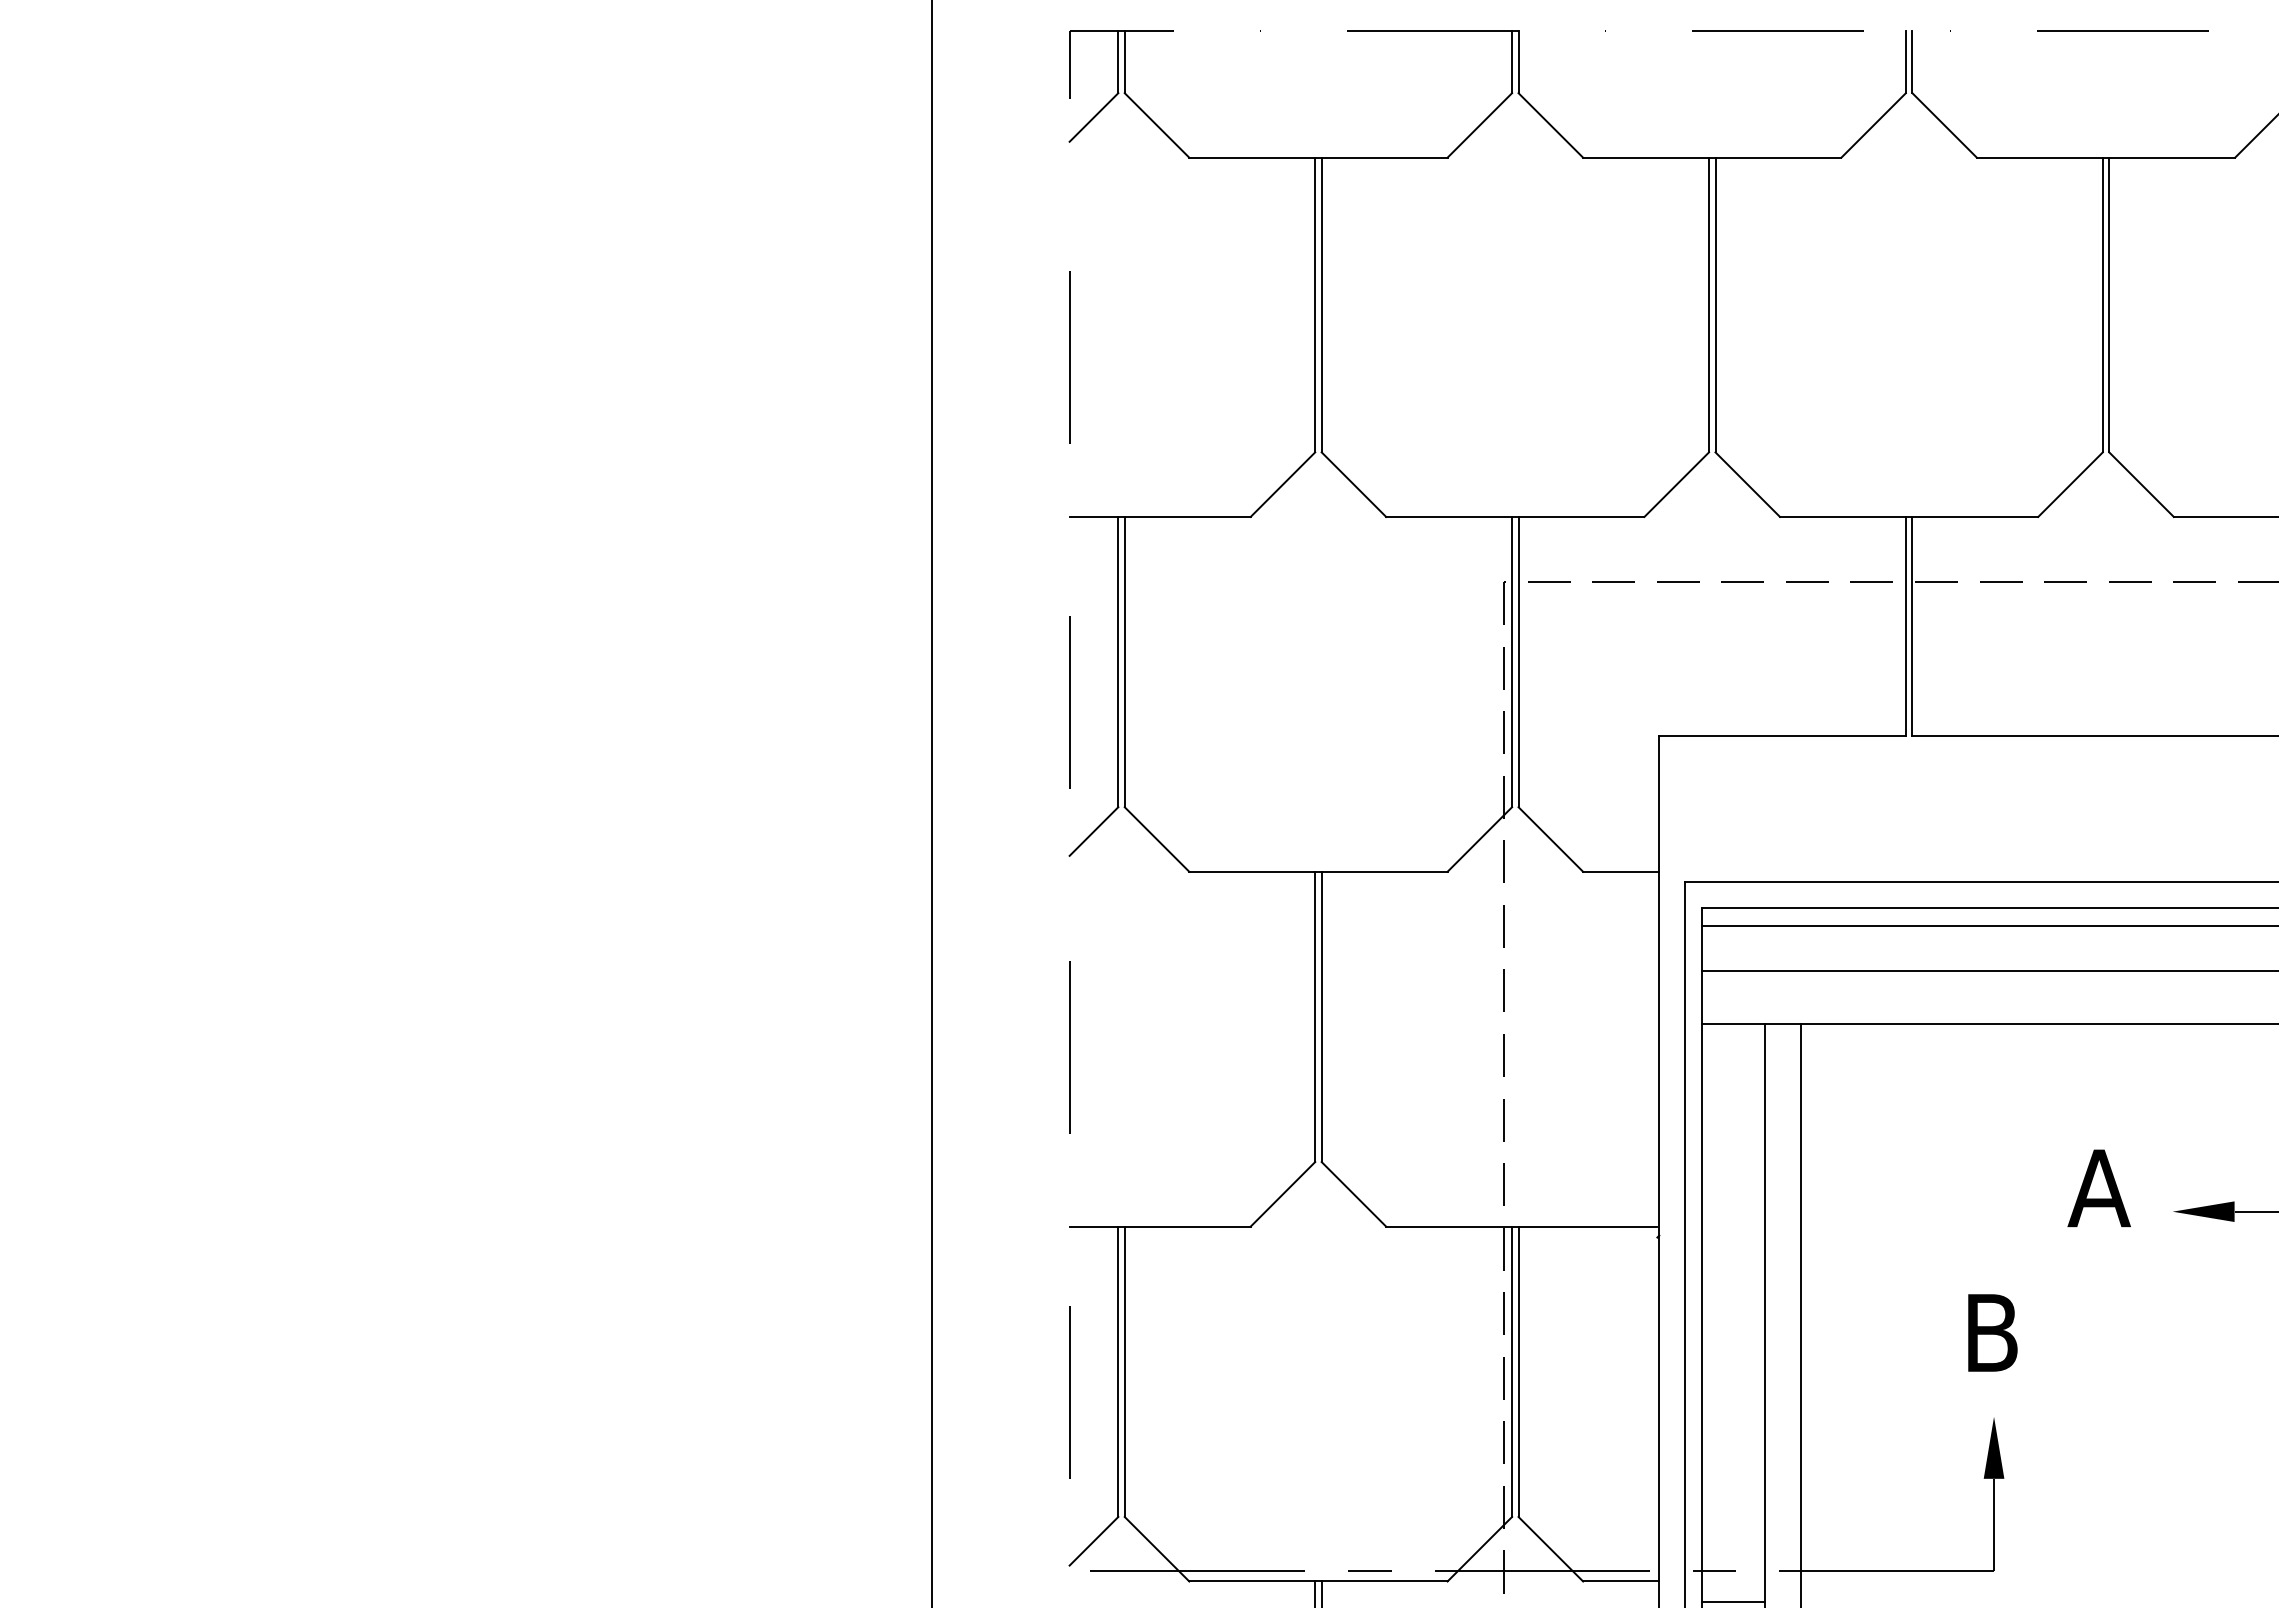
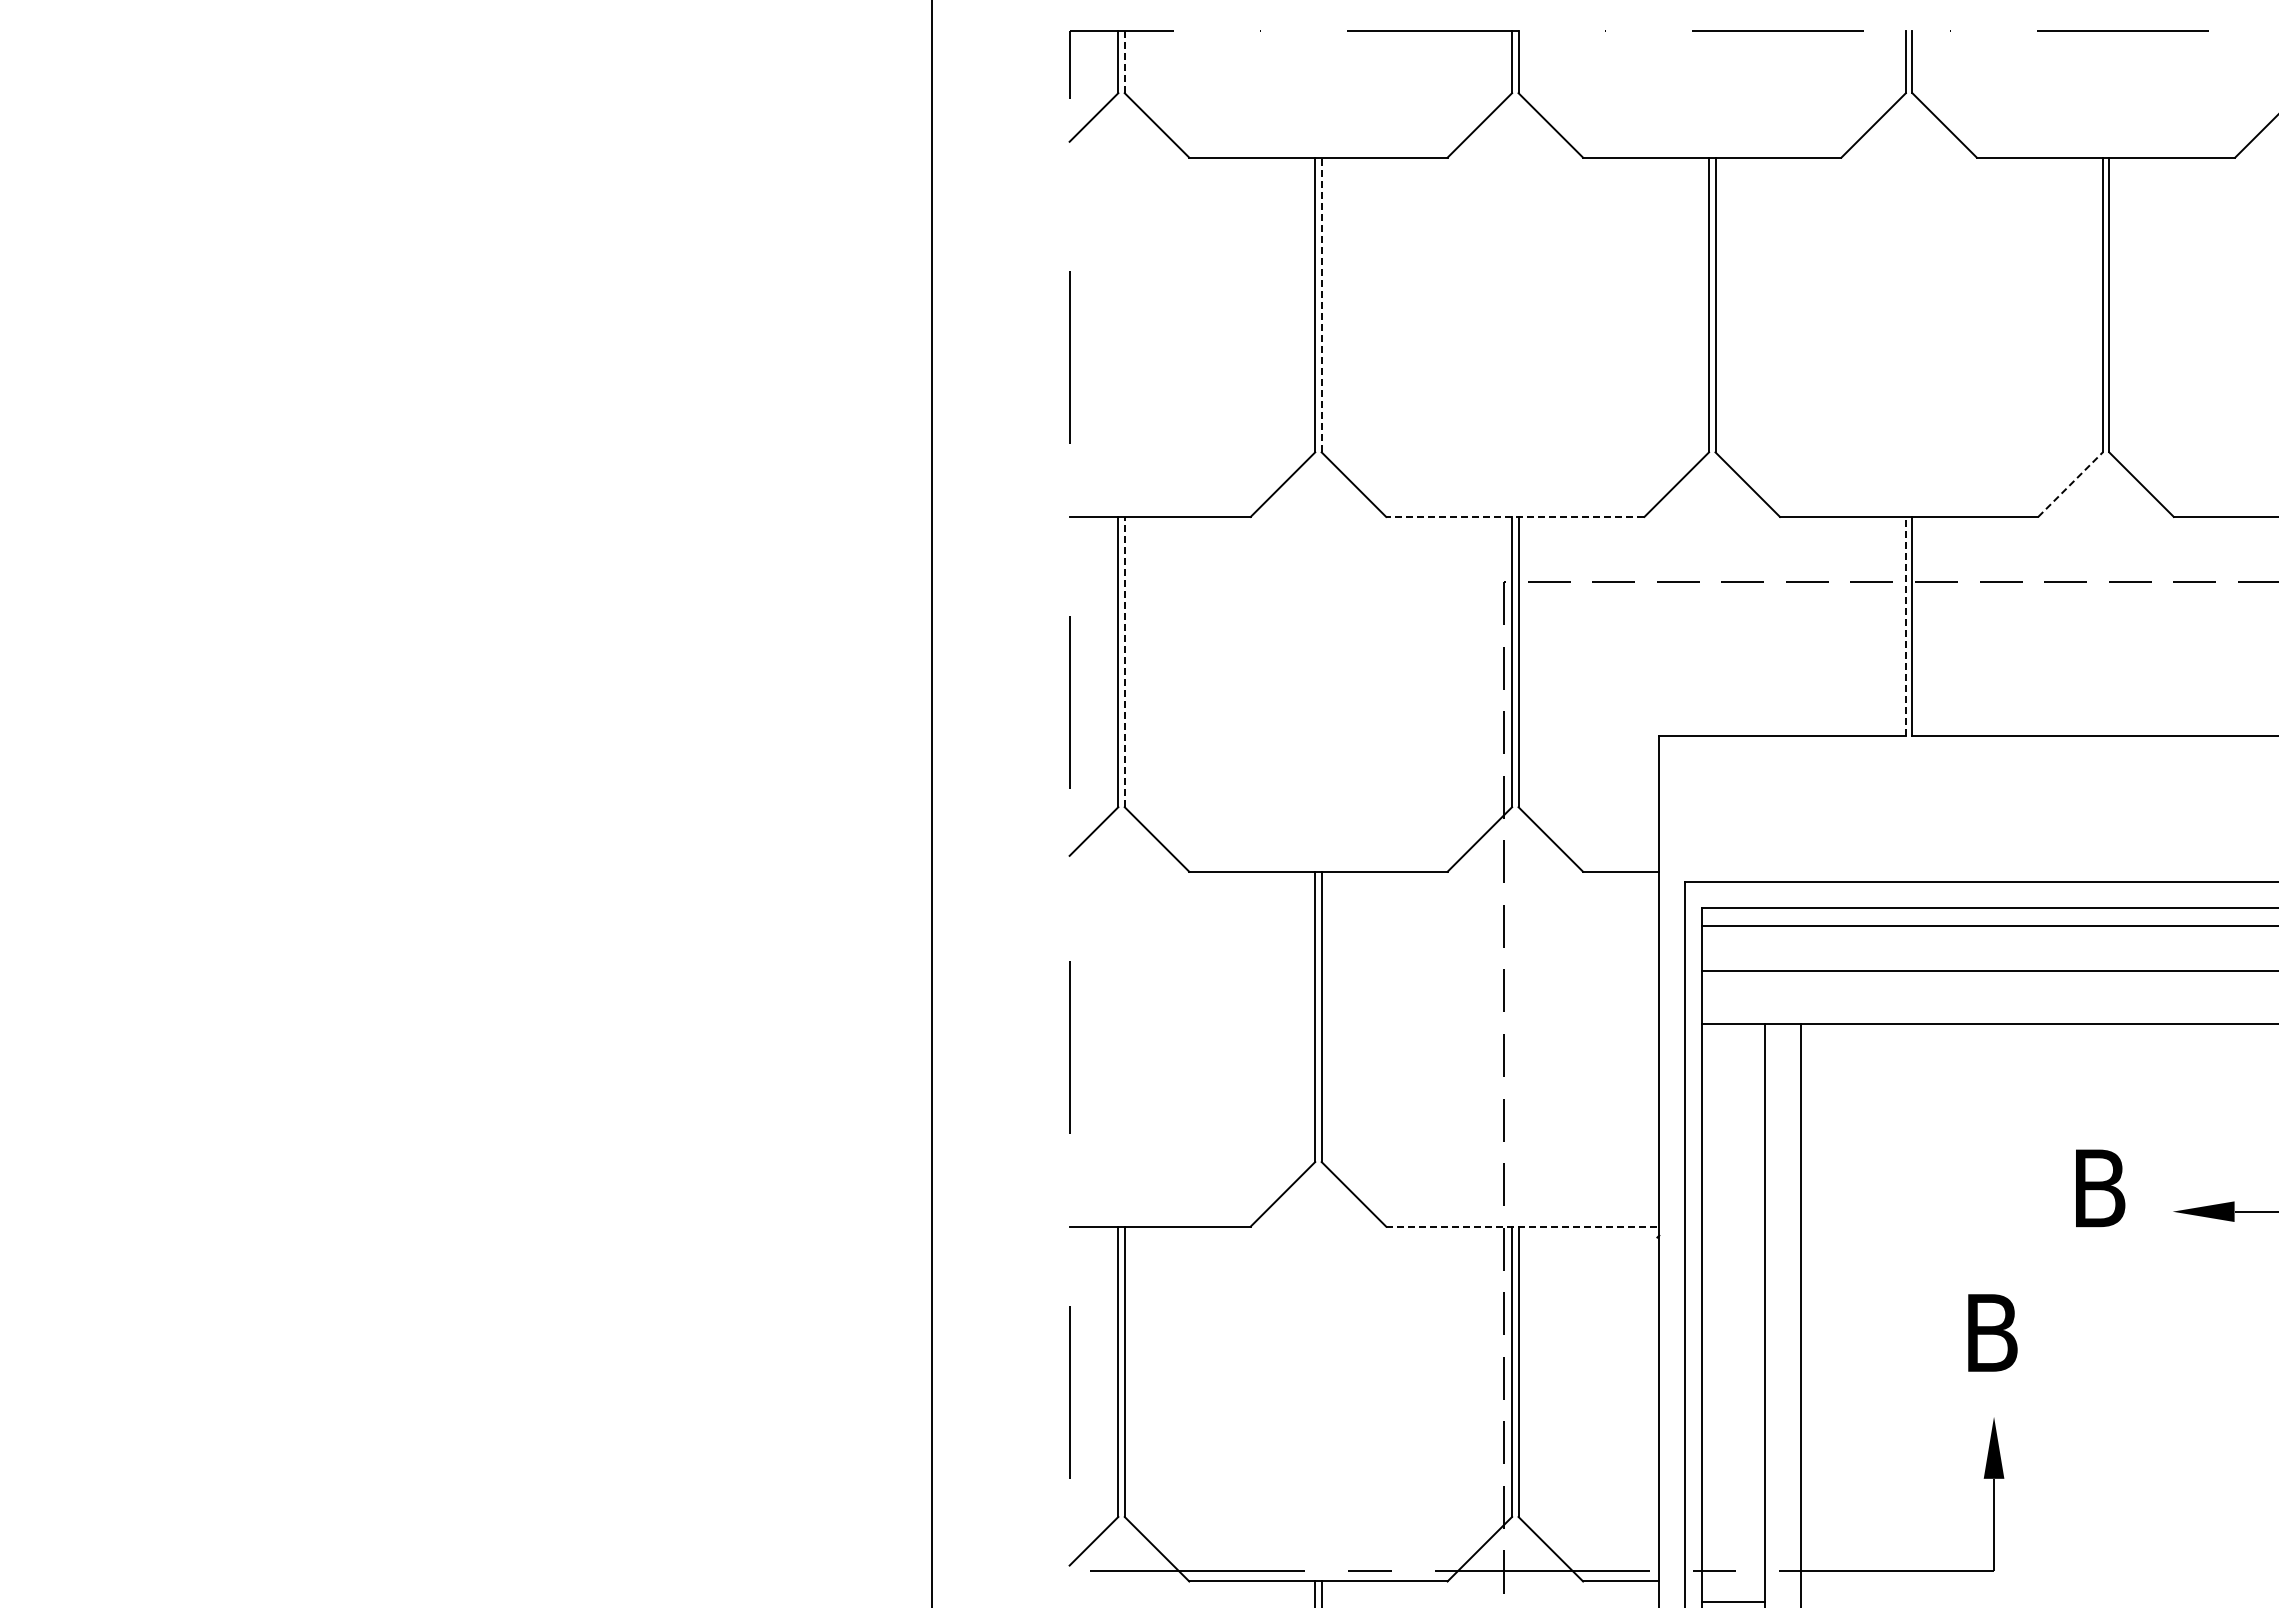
line at (1124, 61): solid -> dashed
line at (1321, 304): solid -> dashed
line at (2070, 484): solid -> dashed
line at (1514, 516): solid -> dashed
line at (1905, 625): solid -> dashed
line at (1124, 661): solid -> dashed
text at (2098, 1188): A -> B
line at (1521, 1226): solid -> dashed
